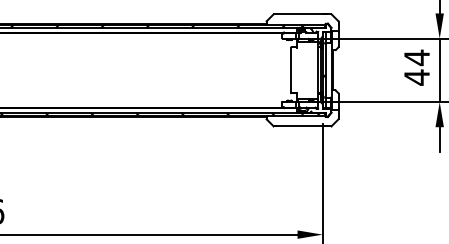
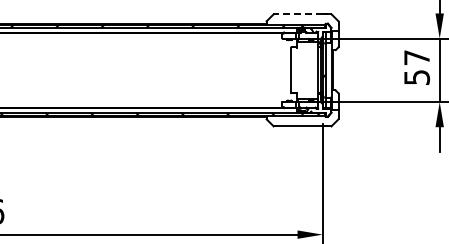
line at (299, 14): solid -> dashed
text at (417, 67): 44 -> 57
